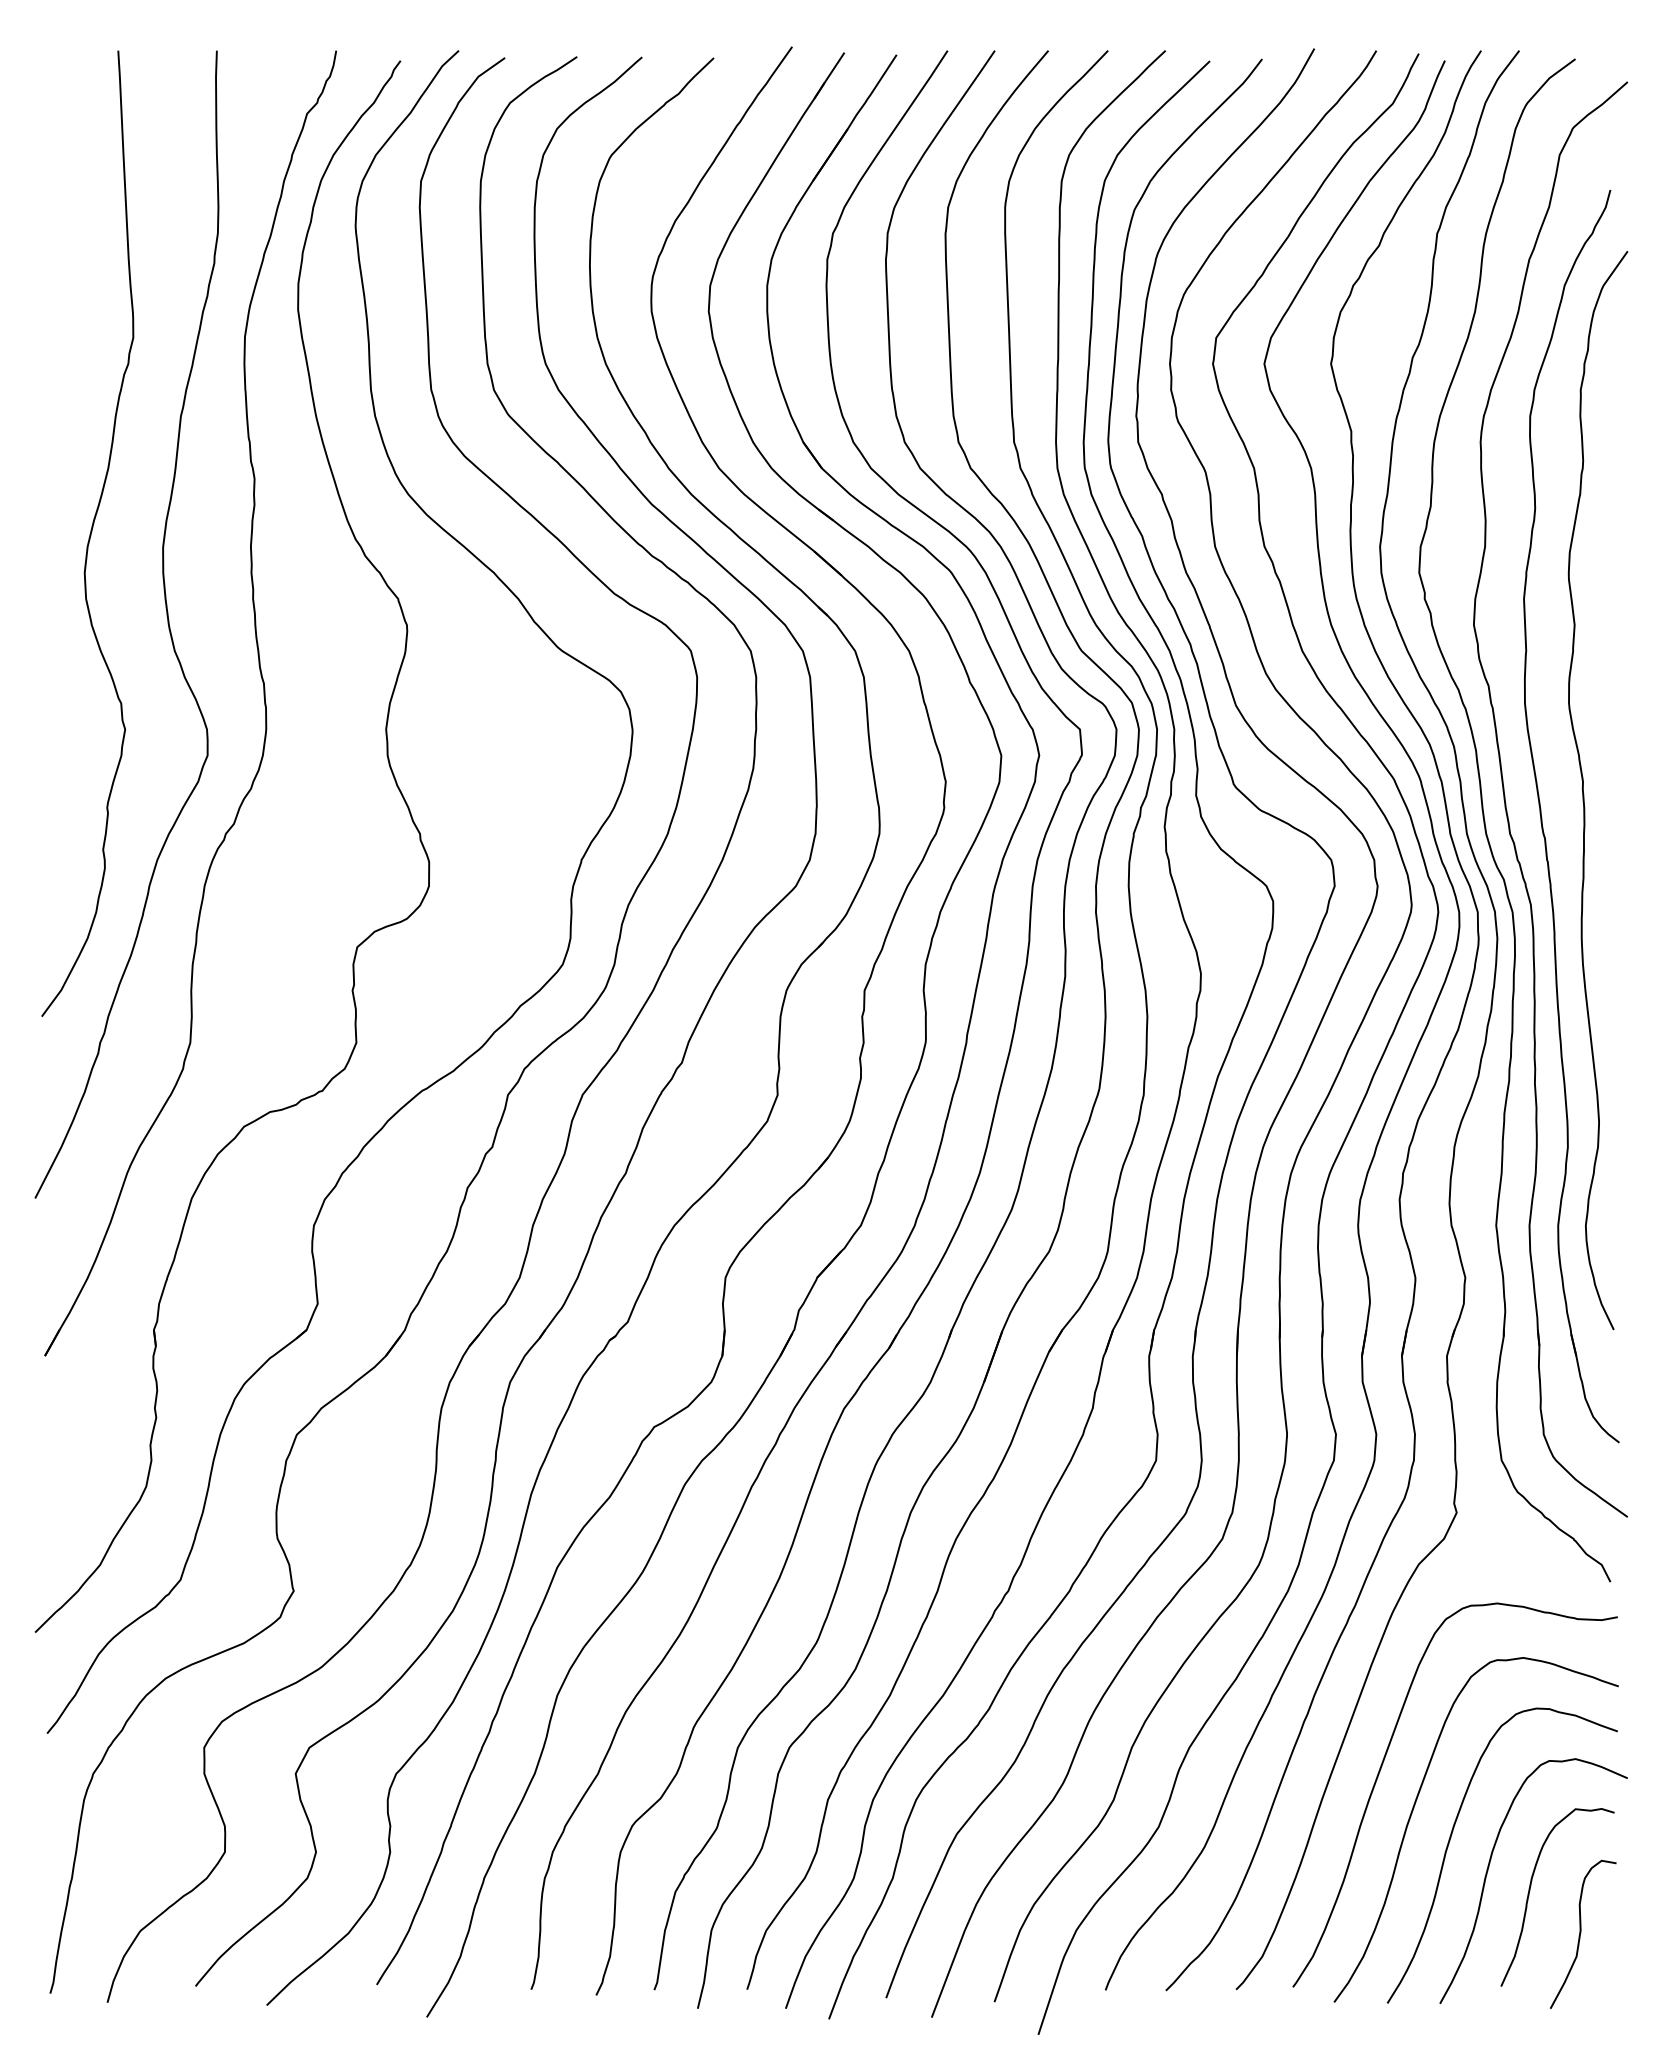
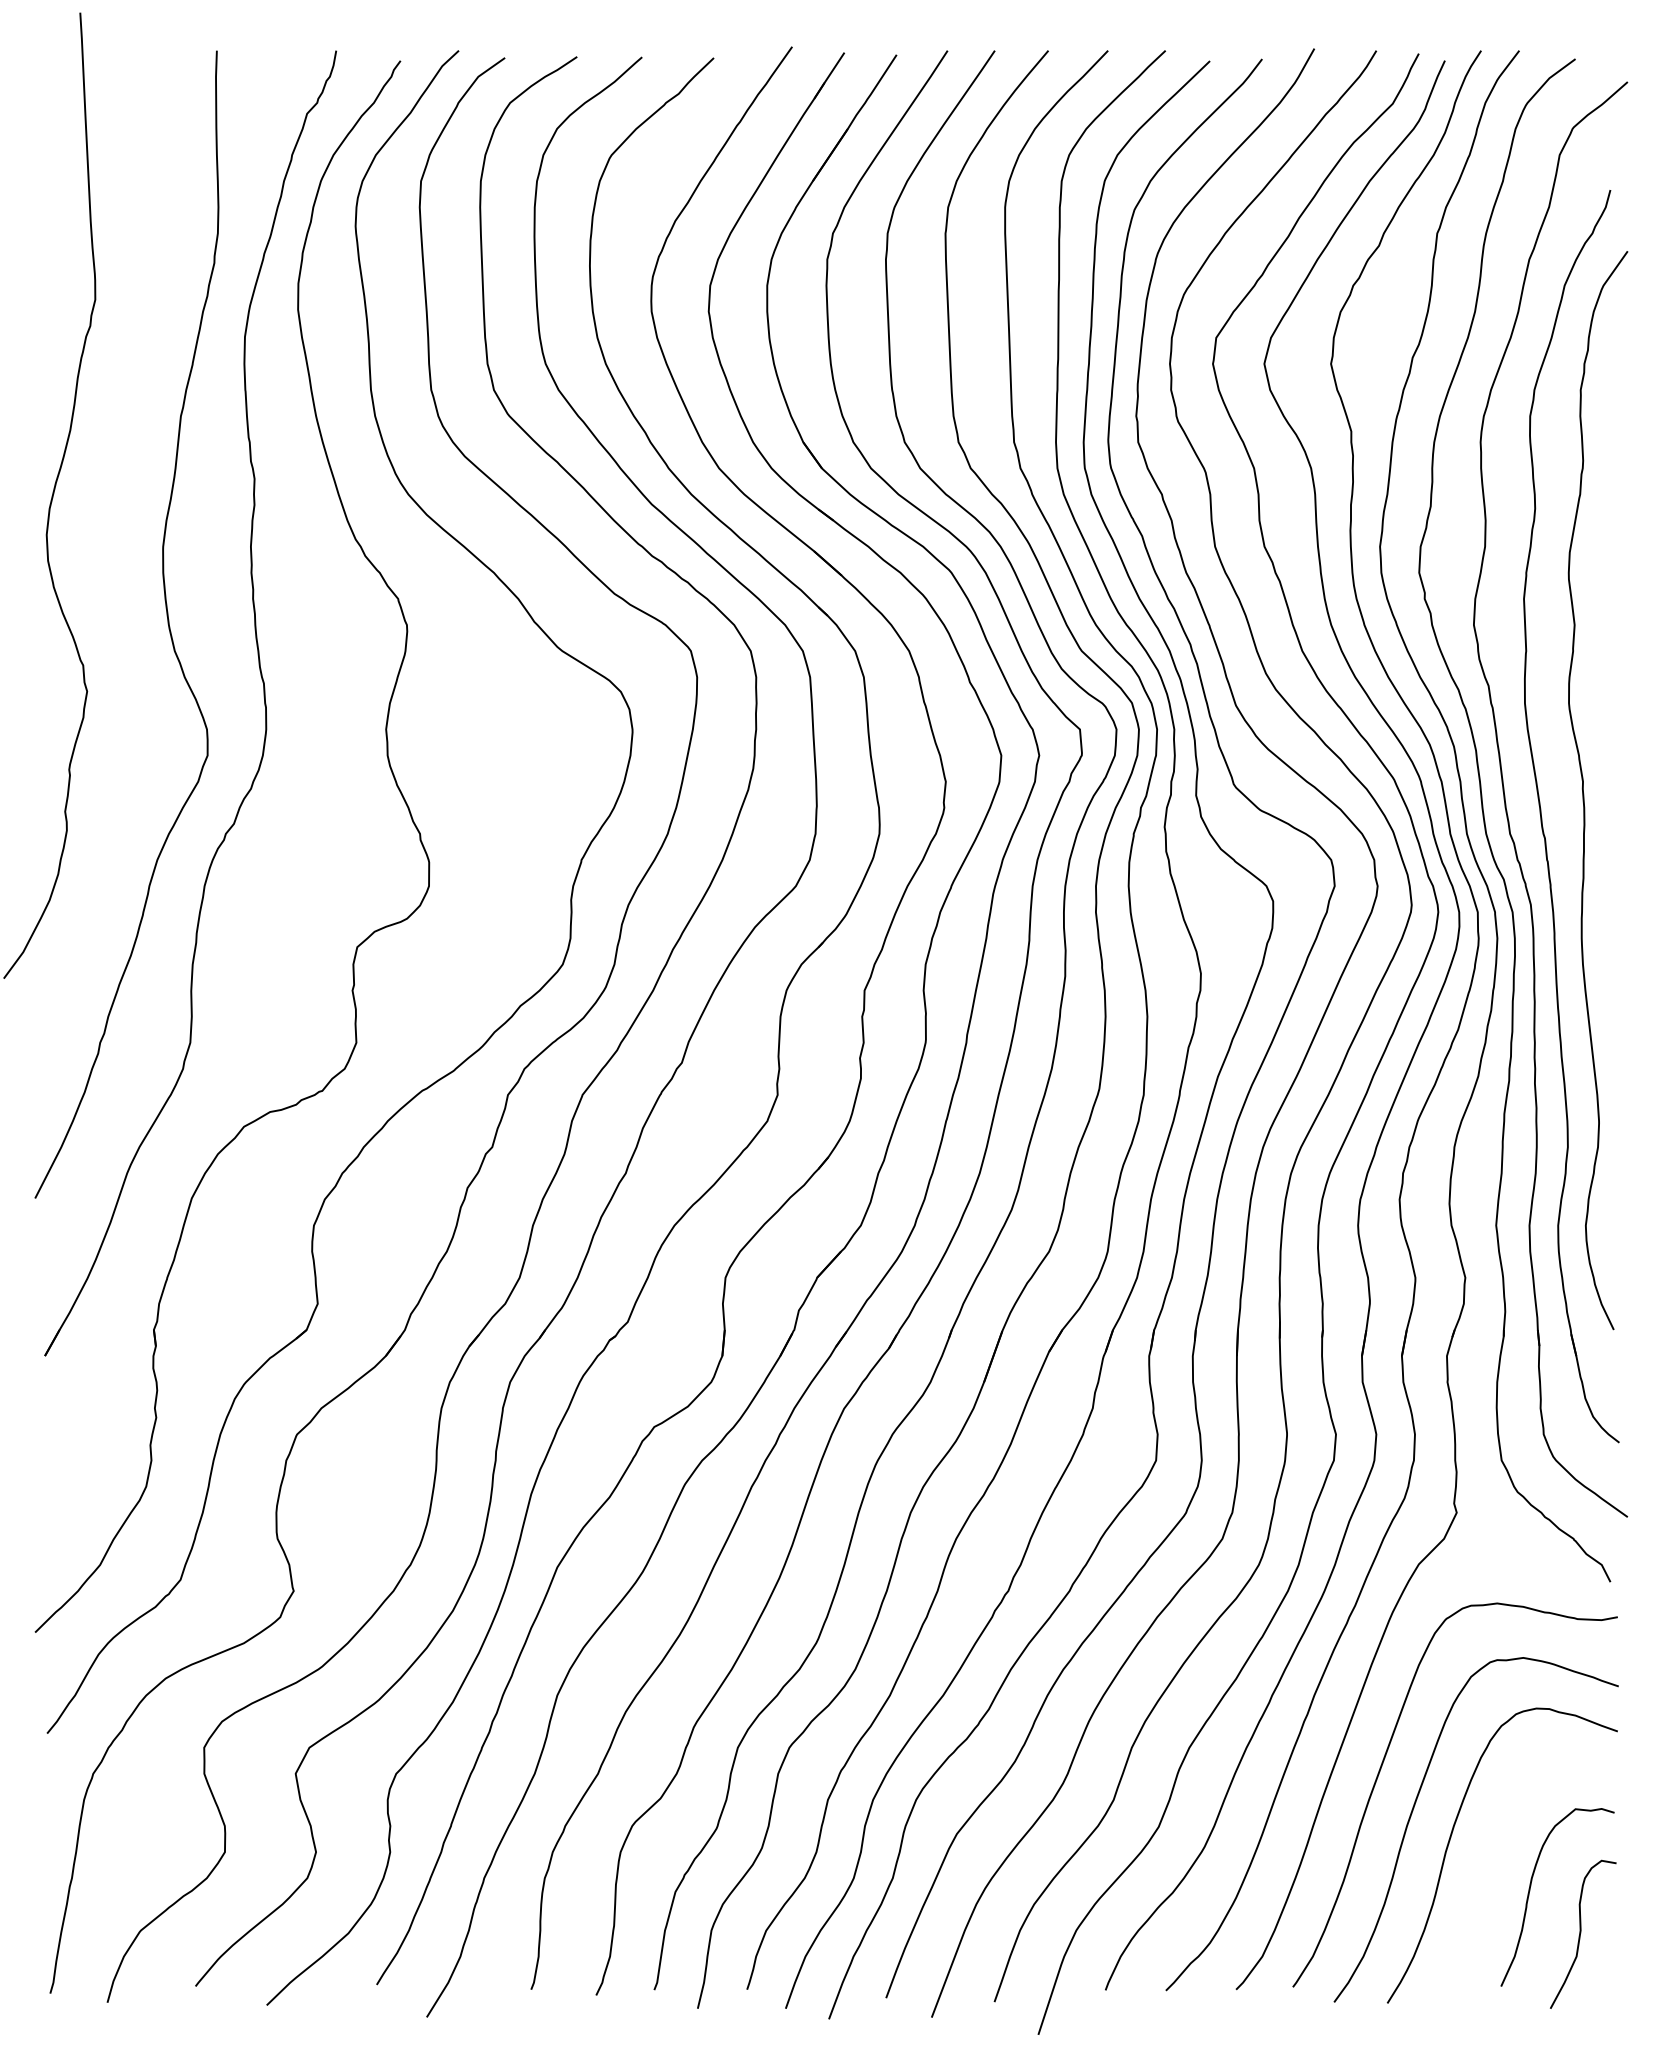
curve at (89, 534) position: (89, 534) -> (51, 496)
curve at (1489, 1867): present -> none
